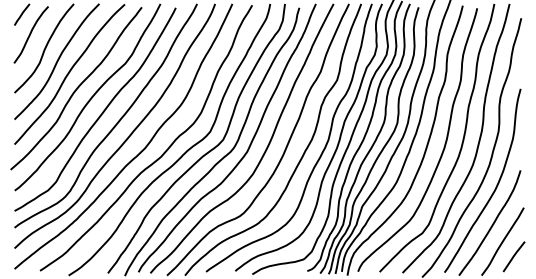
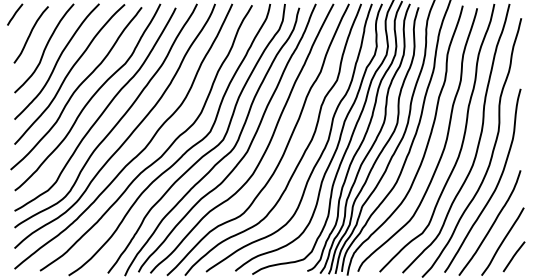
line at (22, 14) position: (22, 14) -> (15, 14)
